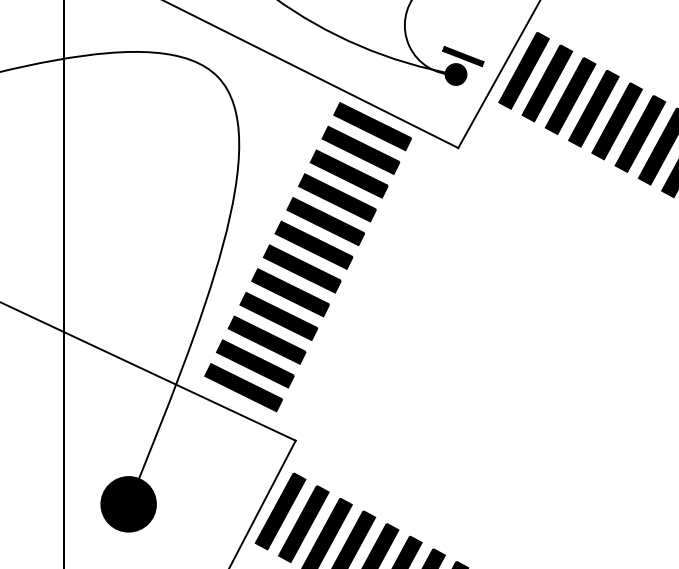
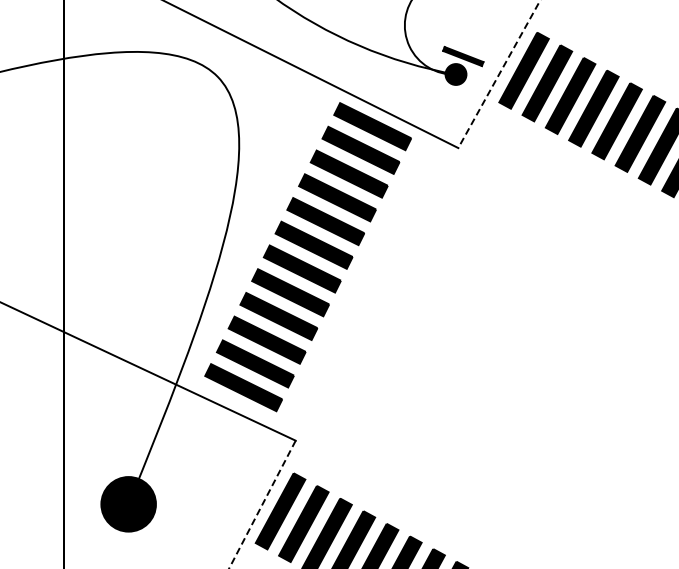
line at (499, 74): solid -> dashed
line at (262, 504): solid -> dashed
